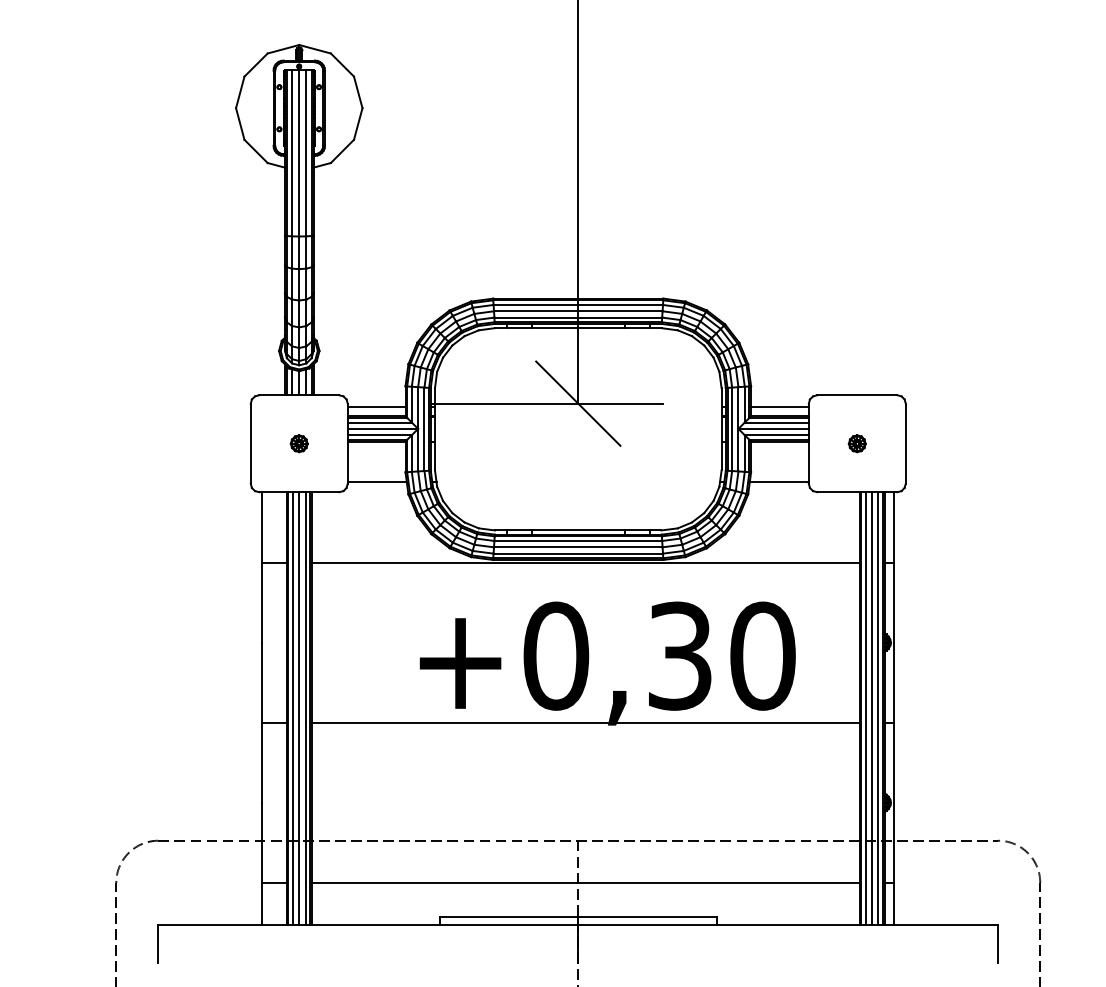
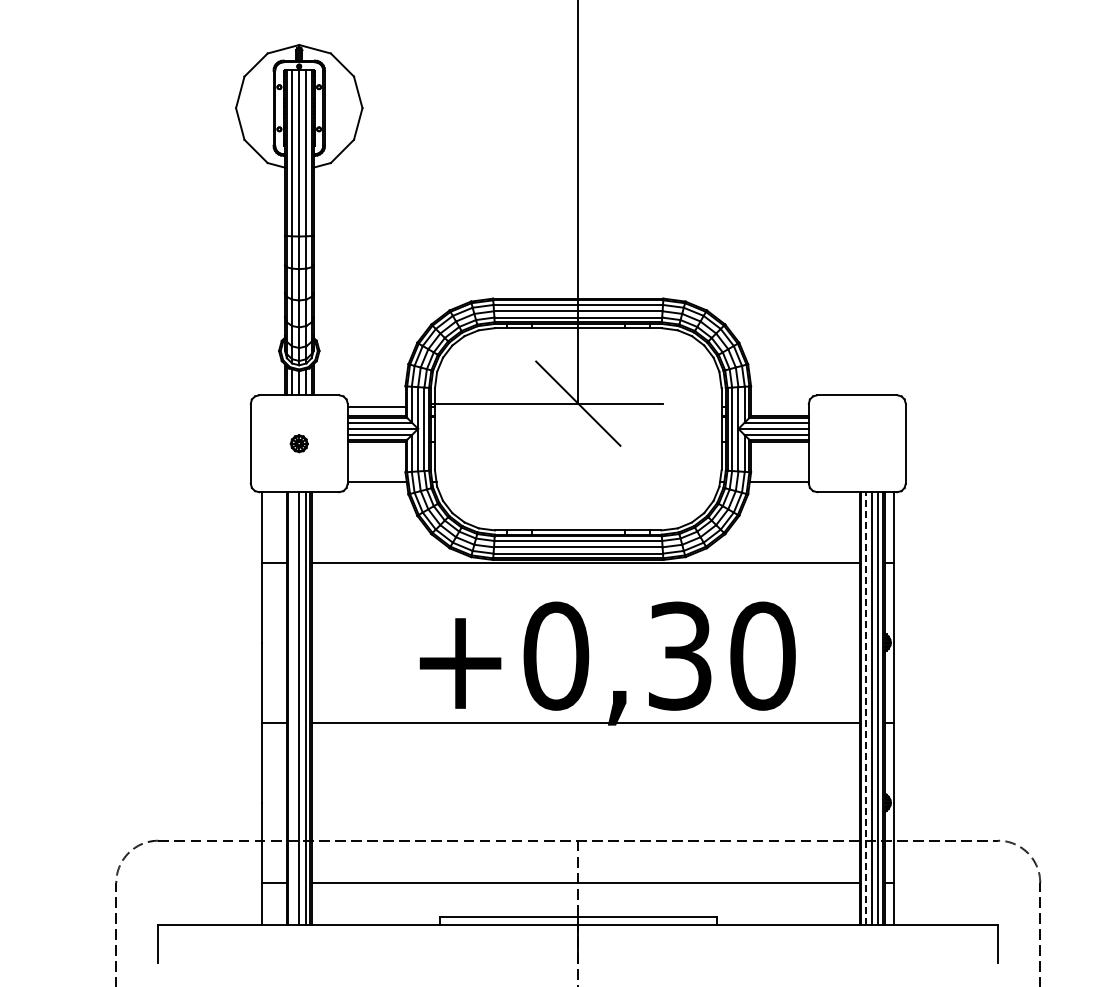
line at (779, 406): present -> none
part at (856, 443): present -> none
line at (292, 708): present -> none
line at (865, 708): solid -> dashed
